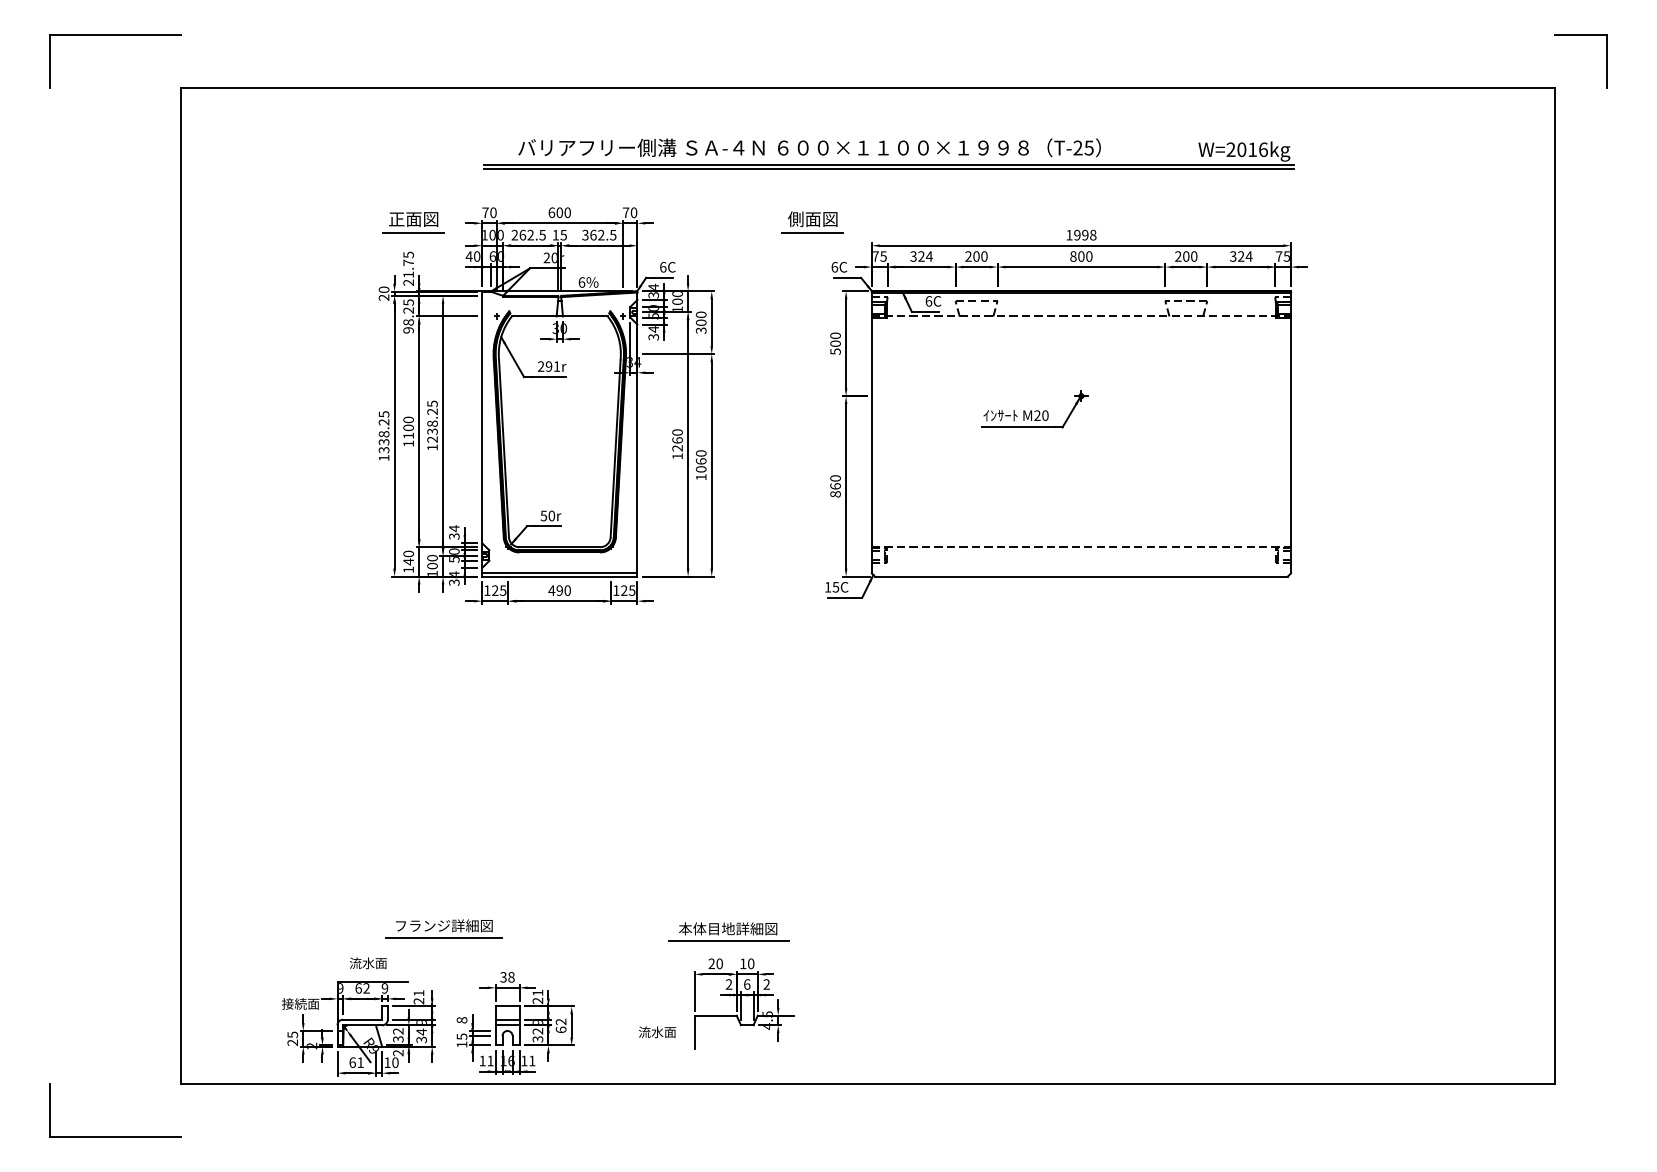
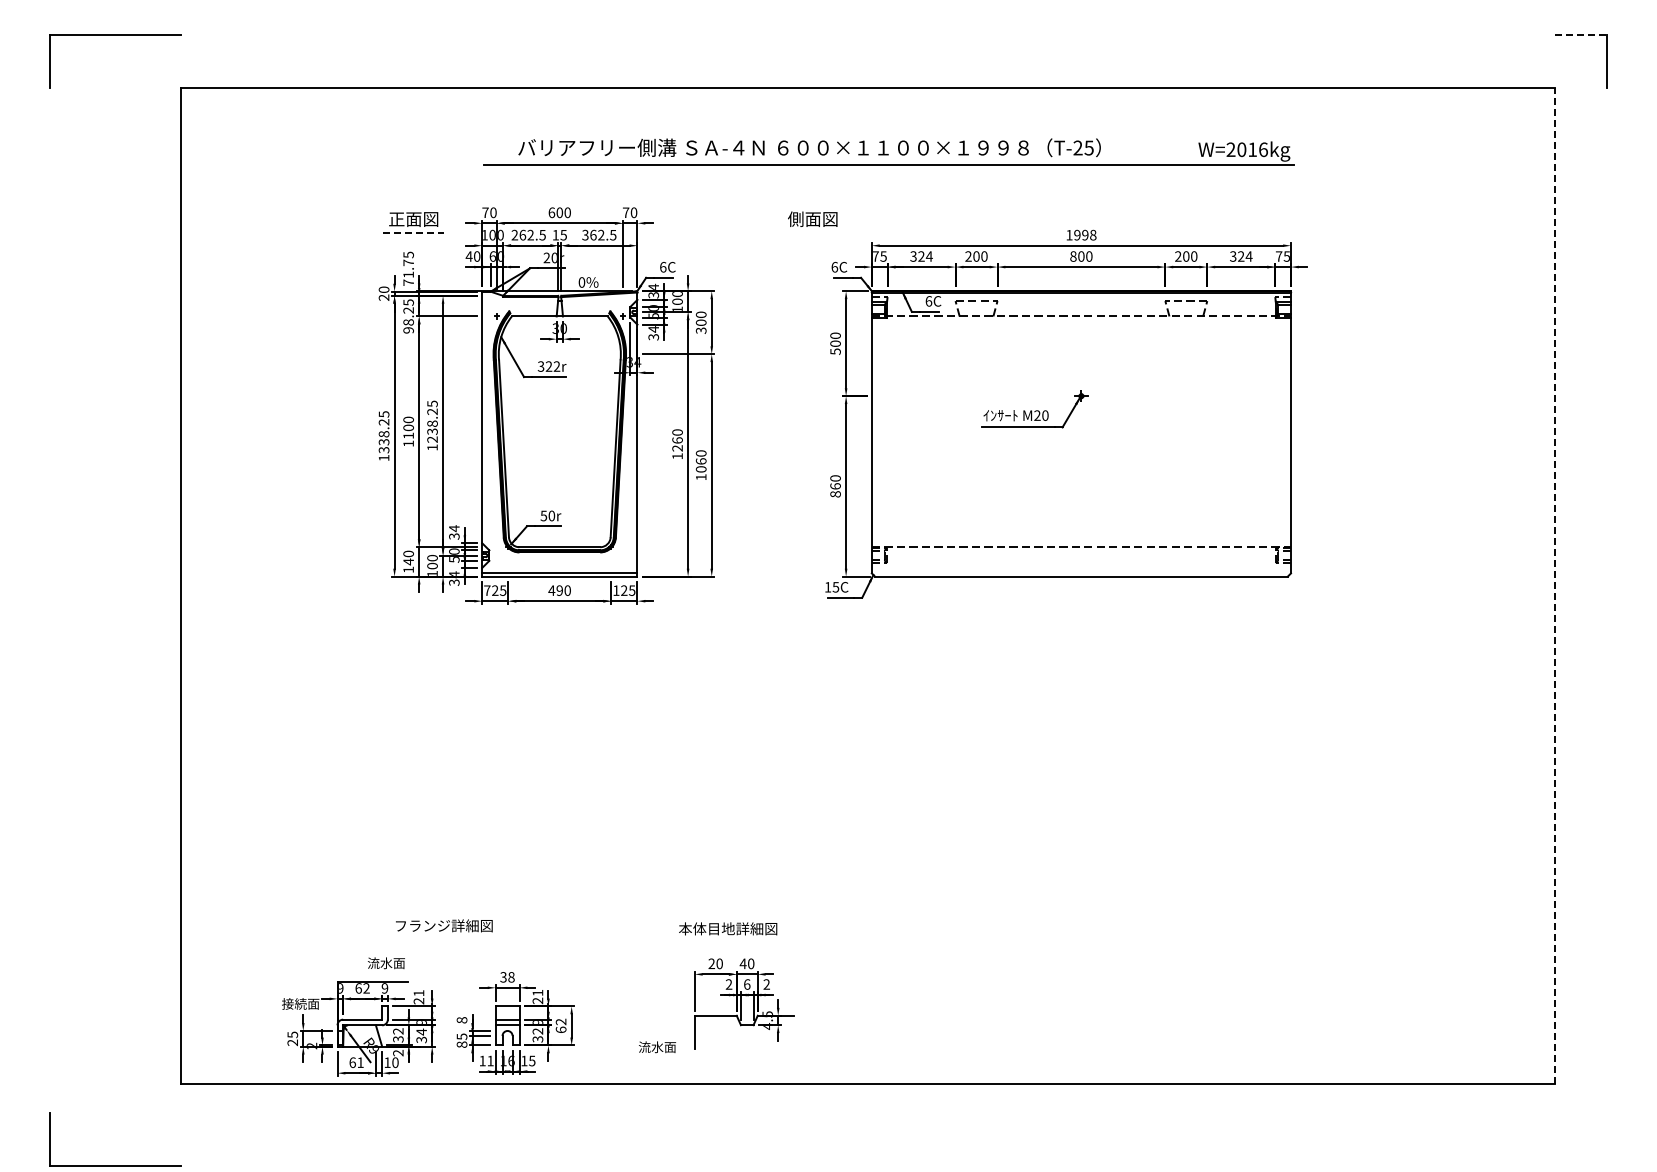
line at (1581, 35): solid -> dashed
line at (889, 169): present -> none
line at (413, 232): solid -> dashed
line at (812, 232): present -> none
text at (408, 282): 21.75 -> 71.75
text at (581, 282): 6% -> 0%
text at (548, 366): 291r -> 322r
line at (1554, 585): solid -> dashed
text at (487, 590): 125 -> 725
line at (443, 938): present -> none
line at (728, 941): present -> none
text at (368, 963) position: (368, 963) -> (386, 963)
text at (742, 963): 10 -> 40
text at (657, 1032) position: (657, 1032) -> (657, 1047)
text at (461, 1044): 15 -> 85
text at (532, 1060): 11 -> 15
part at (115, 1136) position: (115, 1136) -> (115, 1165)
